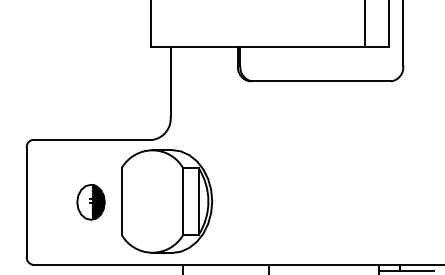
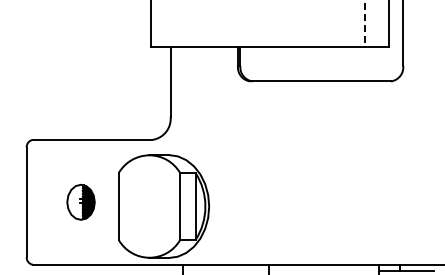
line at (364, 24): solid -> dashed
part at (167, 201) position: (167, 201) -> (164, 206)
part at (90, 202) position: (90, 202) -> (80, 202)
